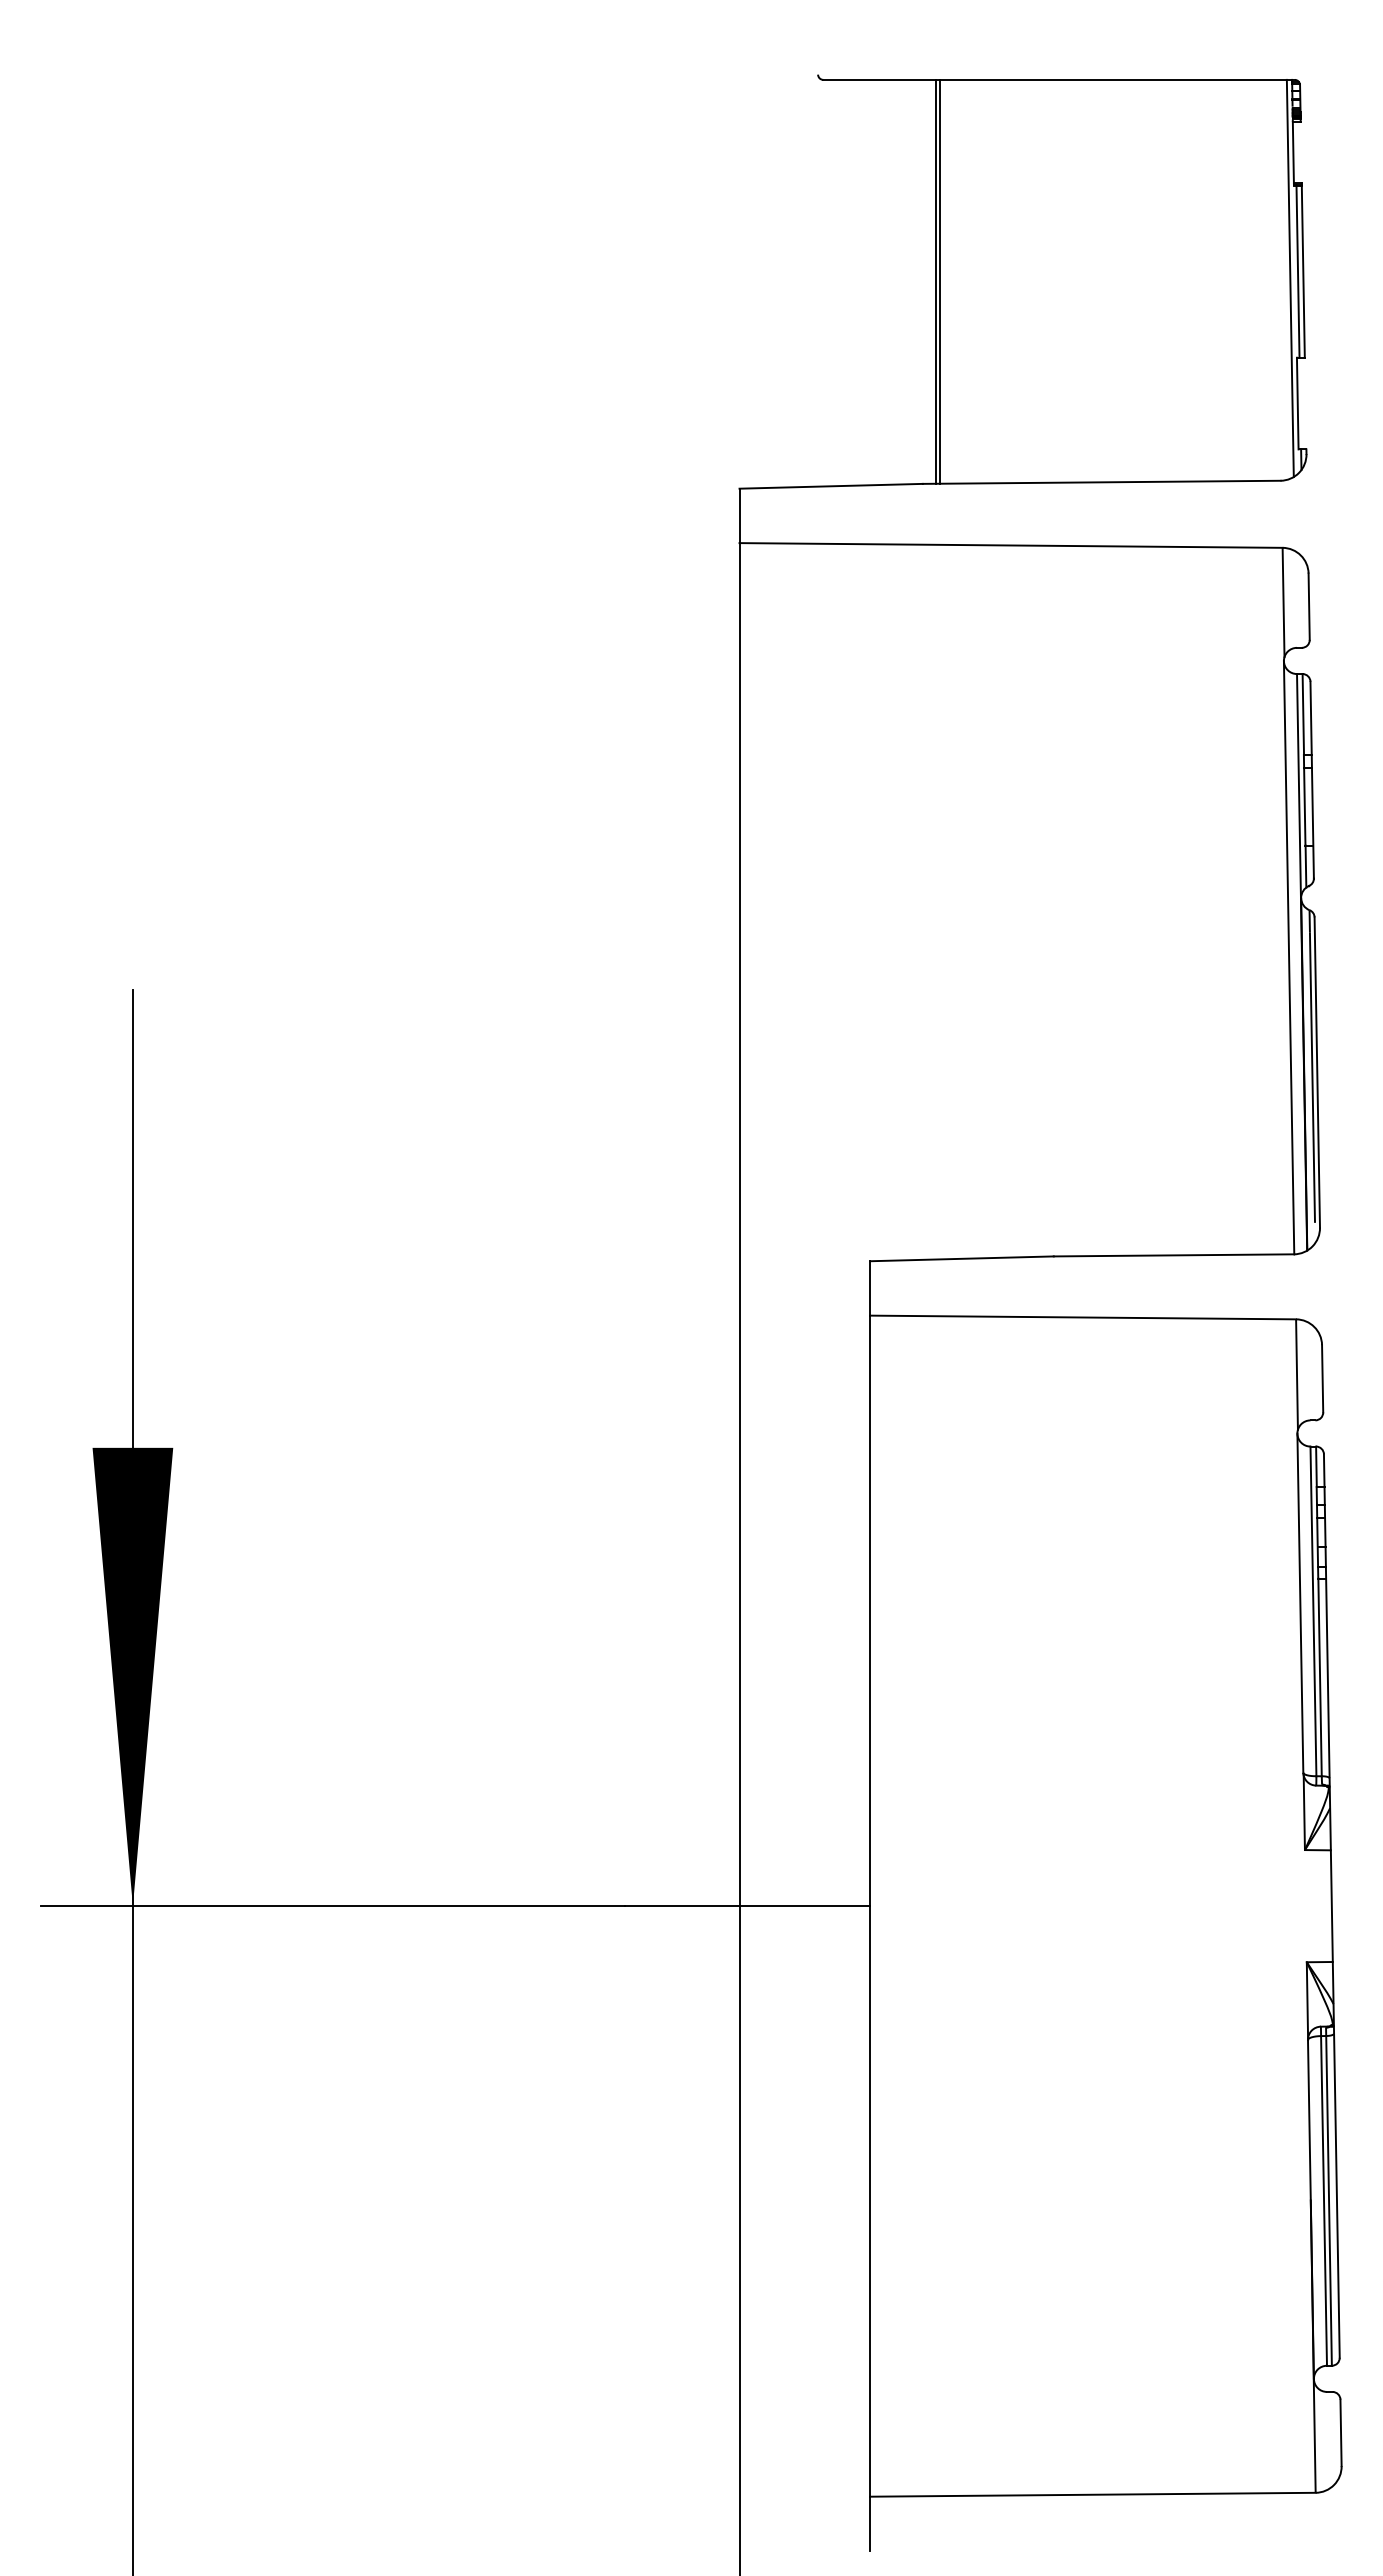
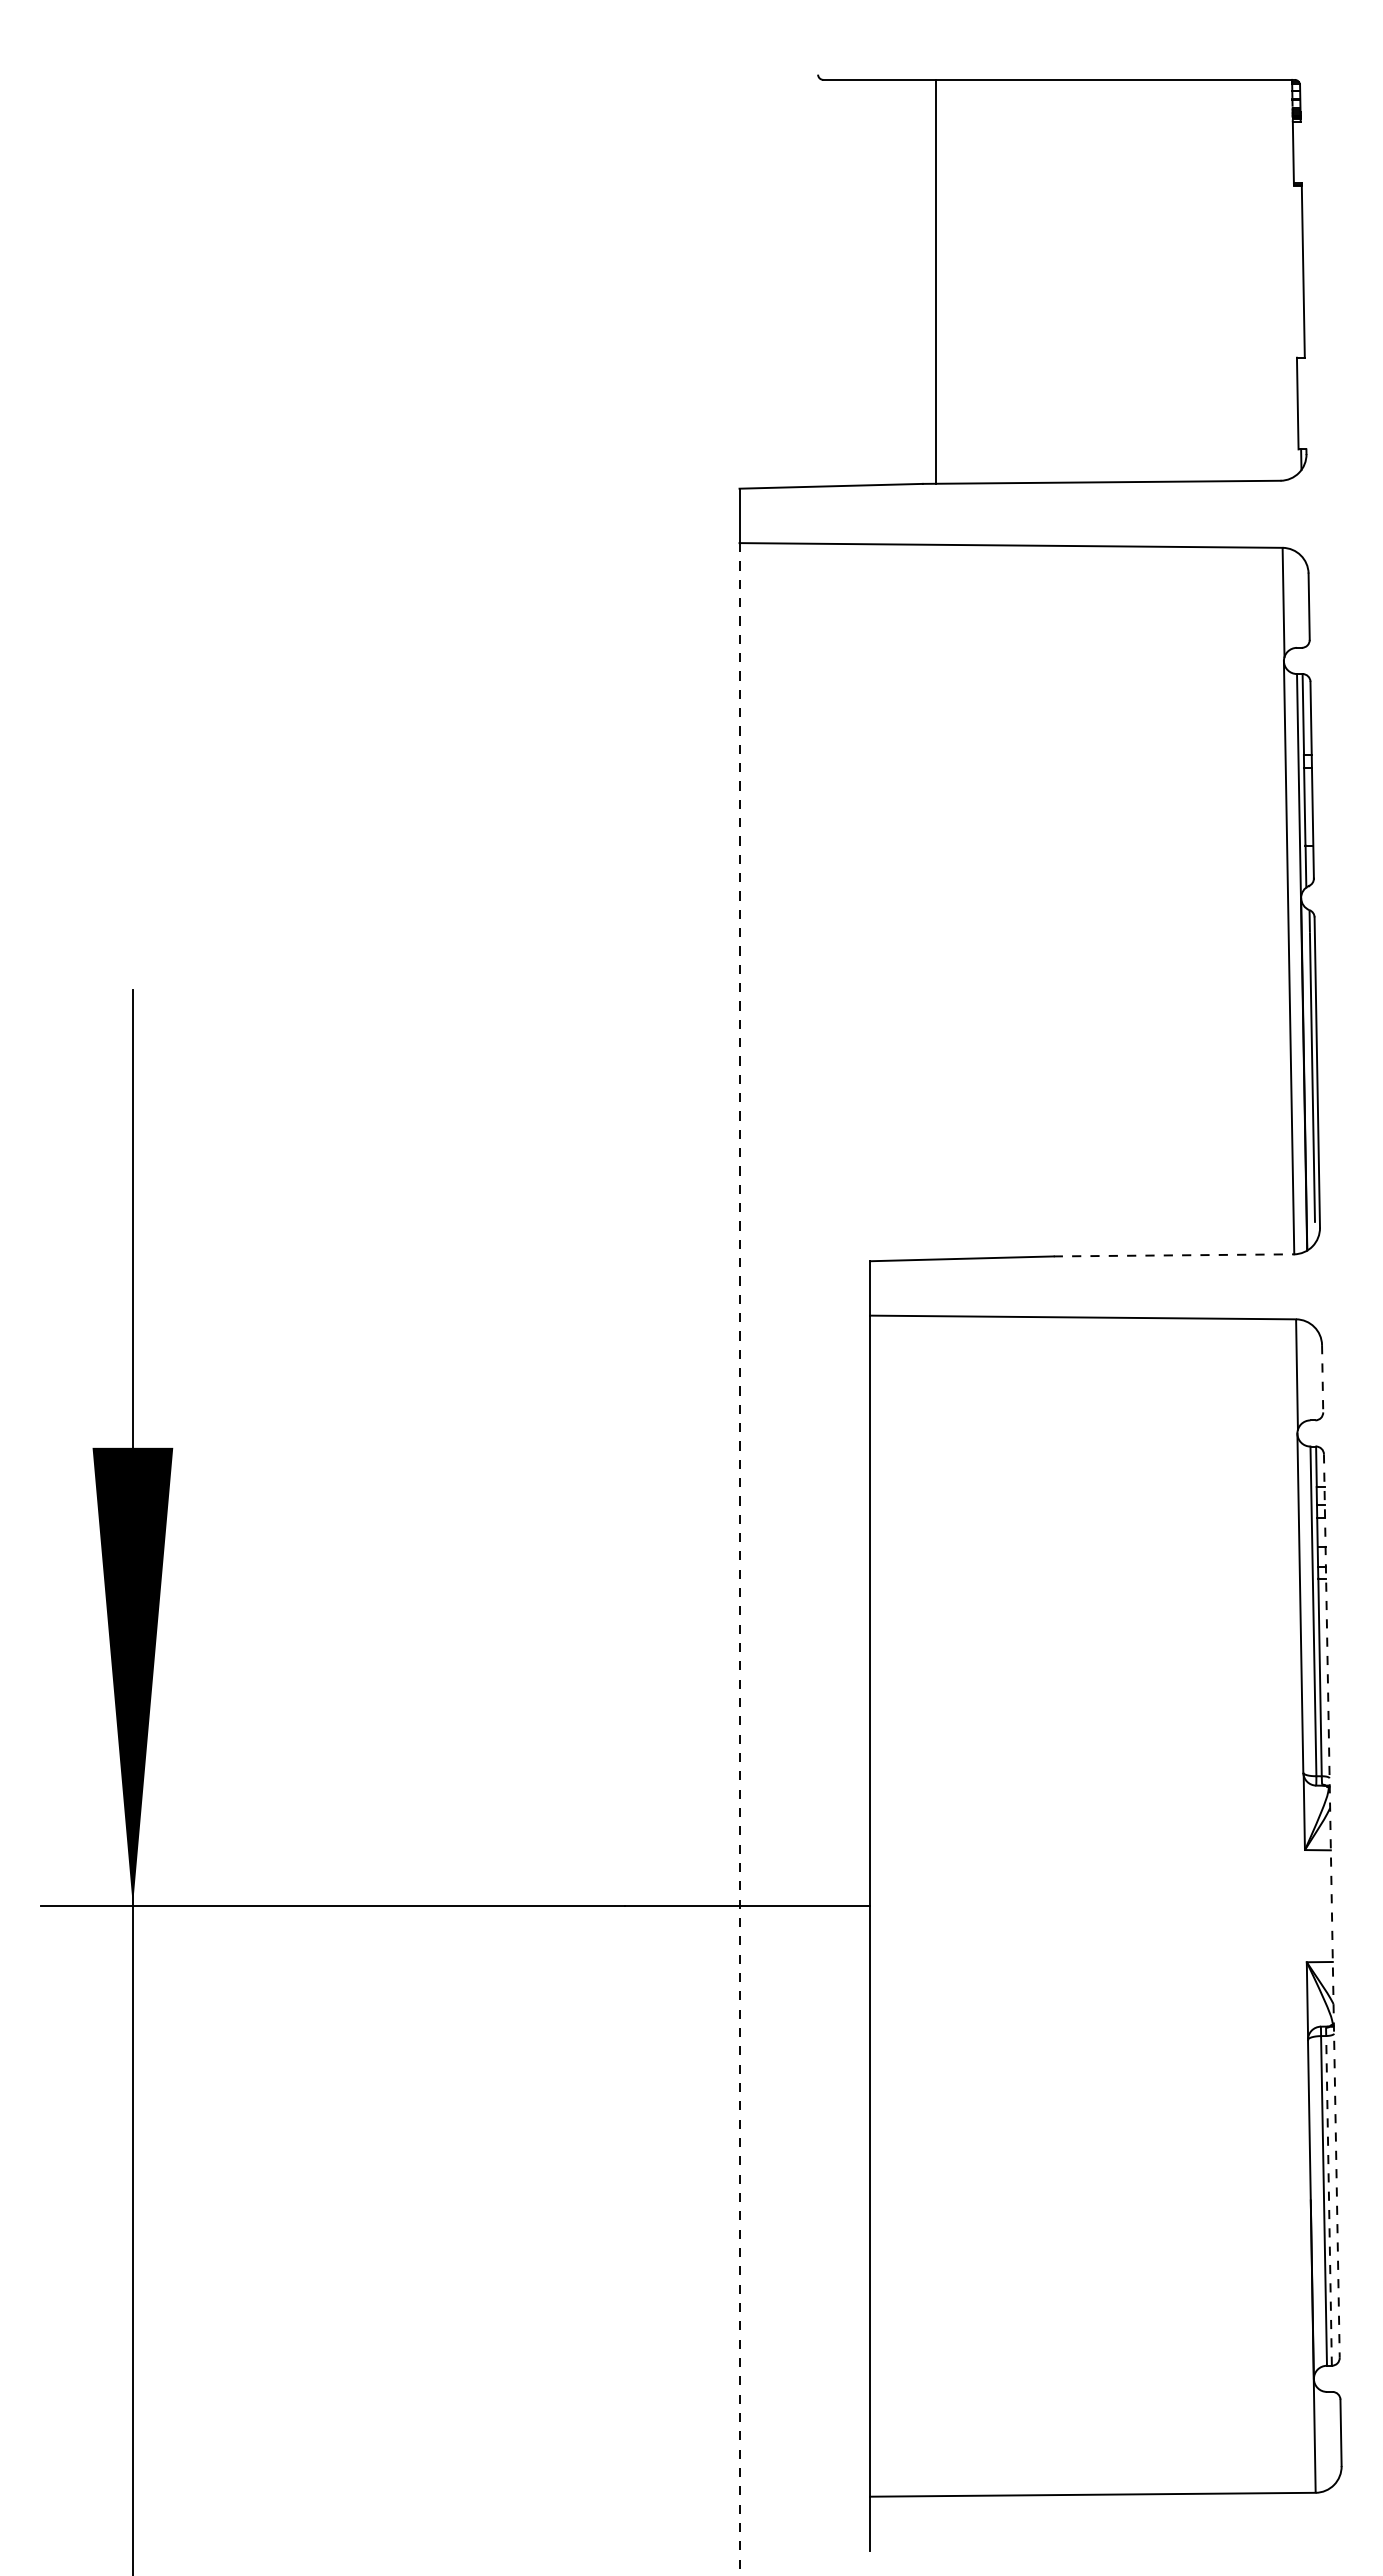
line at (1297, 270): present -> none
line at (1289, 278): present -> none
line at (939, 281): present -> none
line at (1174, 1255): solid -> dashed
line at (1322, 1378): solid -> dashed
line at (739, 1559): solid -> dashed
line at (1331, 1906): solid -> dashed
line at (1329, 2200): solid -> dashed
